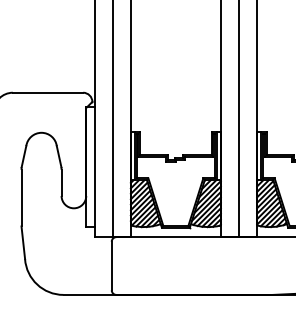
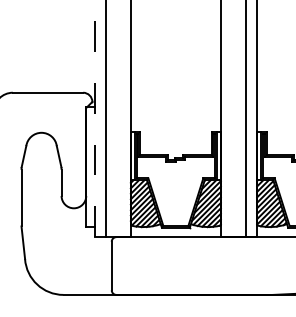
line at (94, 118): solid -> dashed
line at (112, 119) position: (112, 119) -> (105, 119)
line at (239, 119) position: (239, 119) -> (246, 119)
